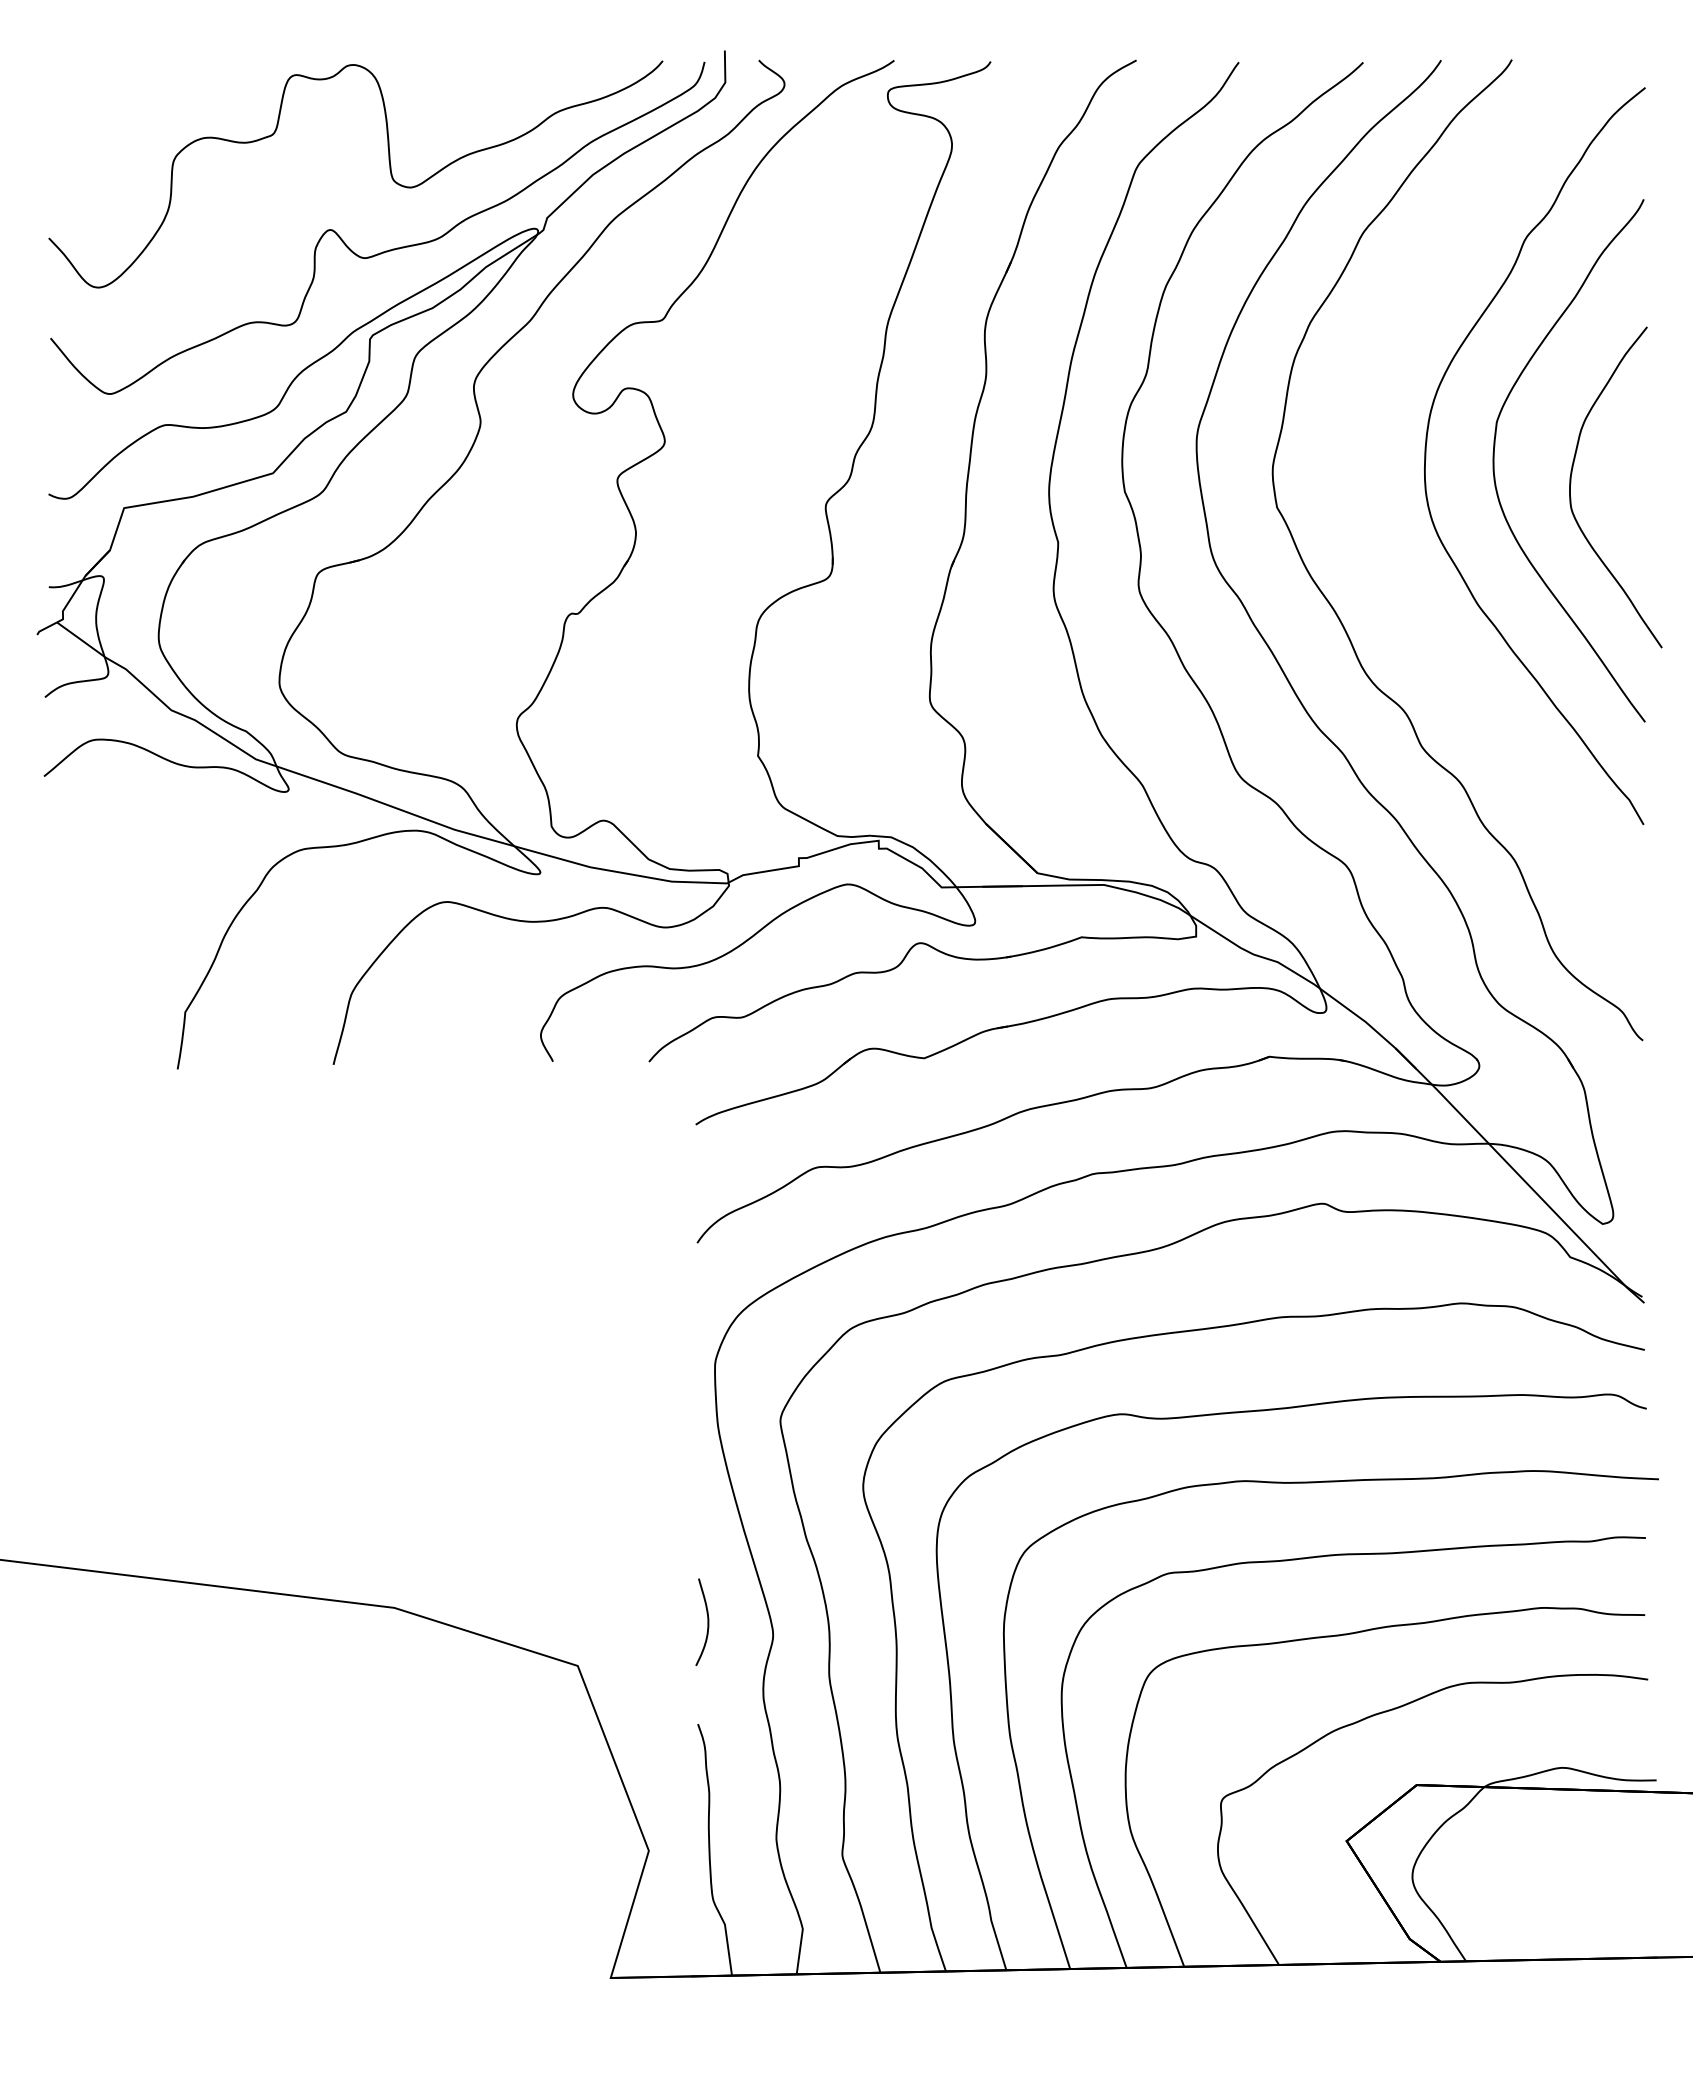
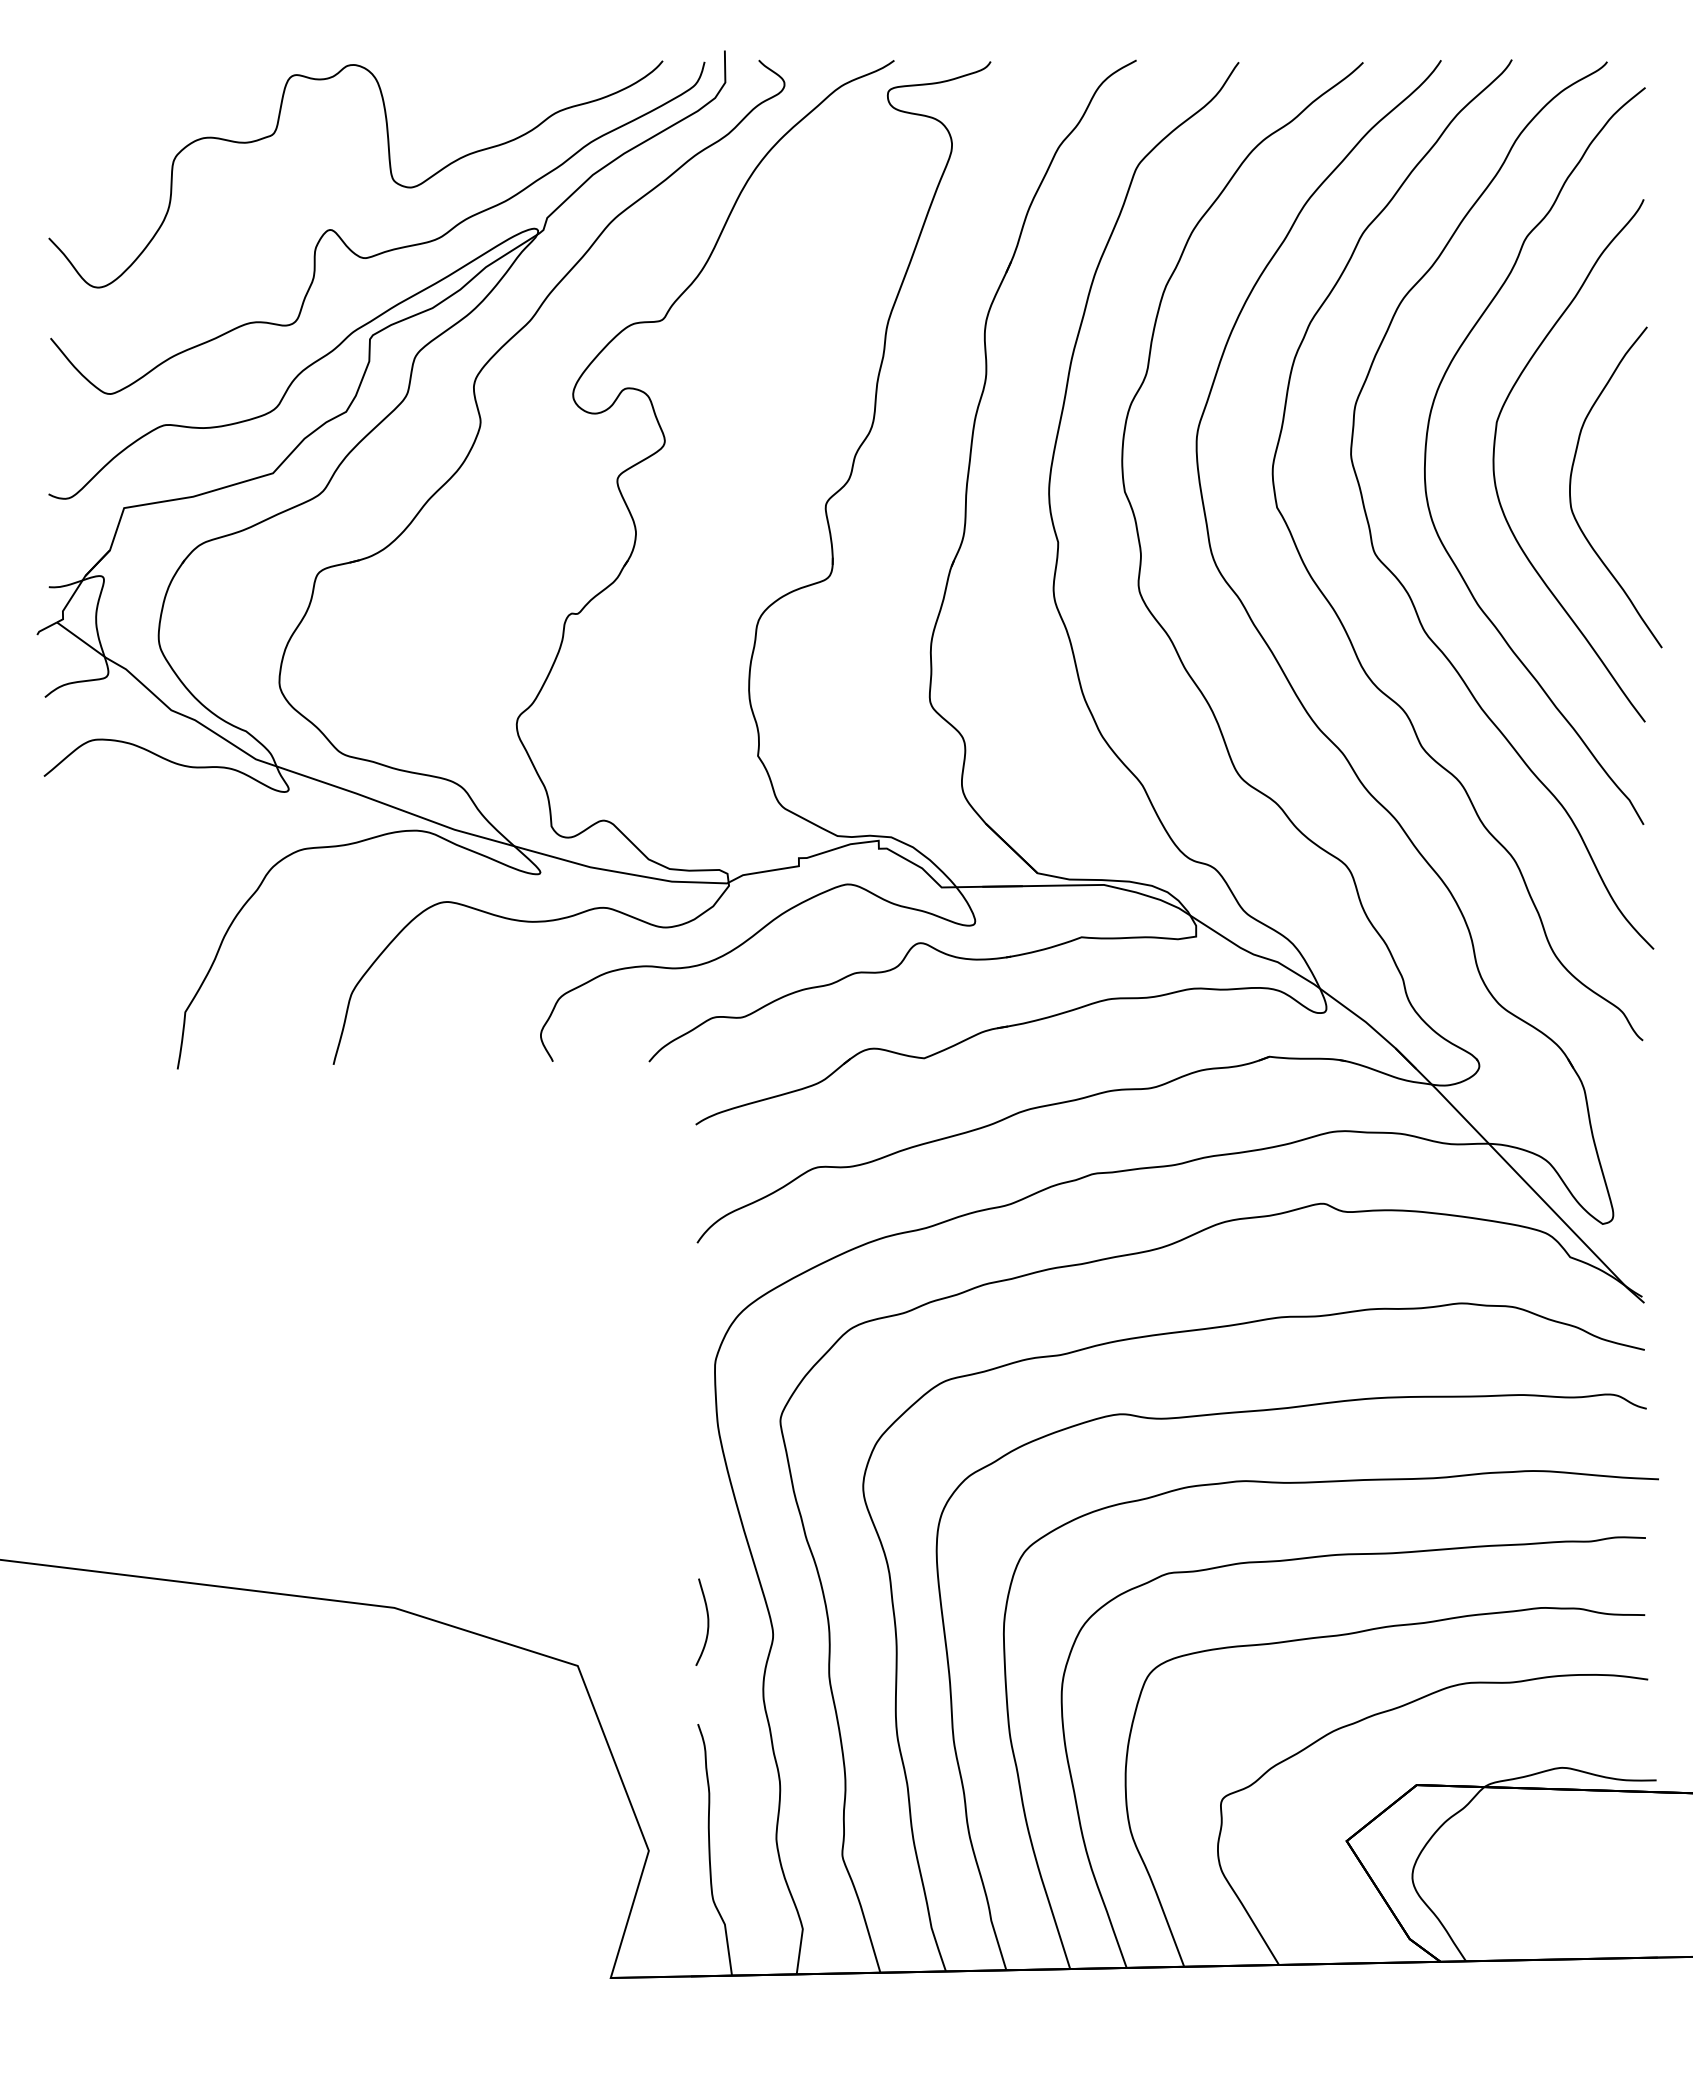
part at (1402, 583): none -> present
